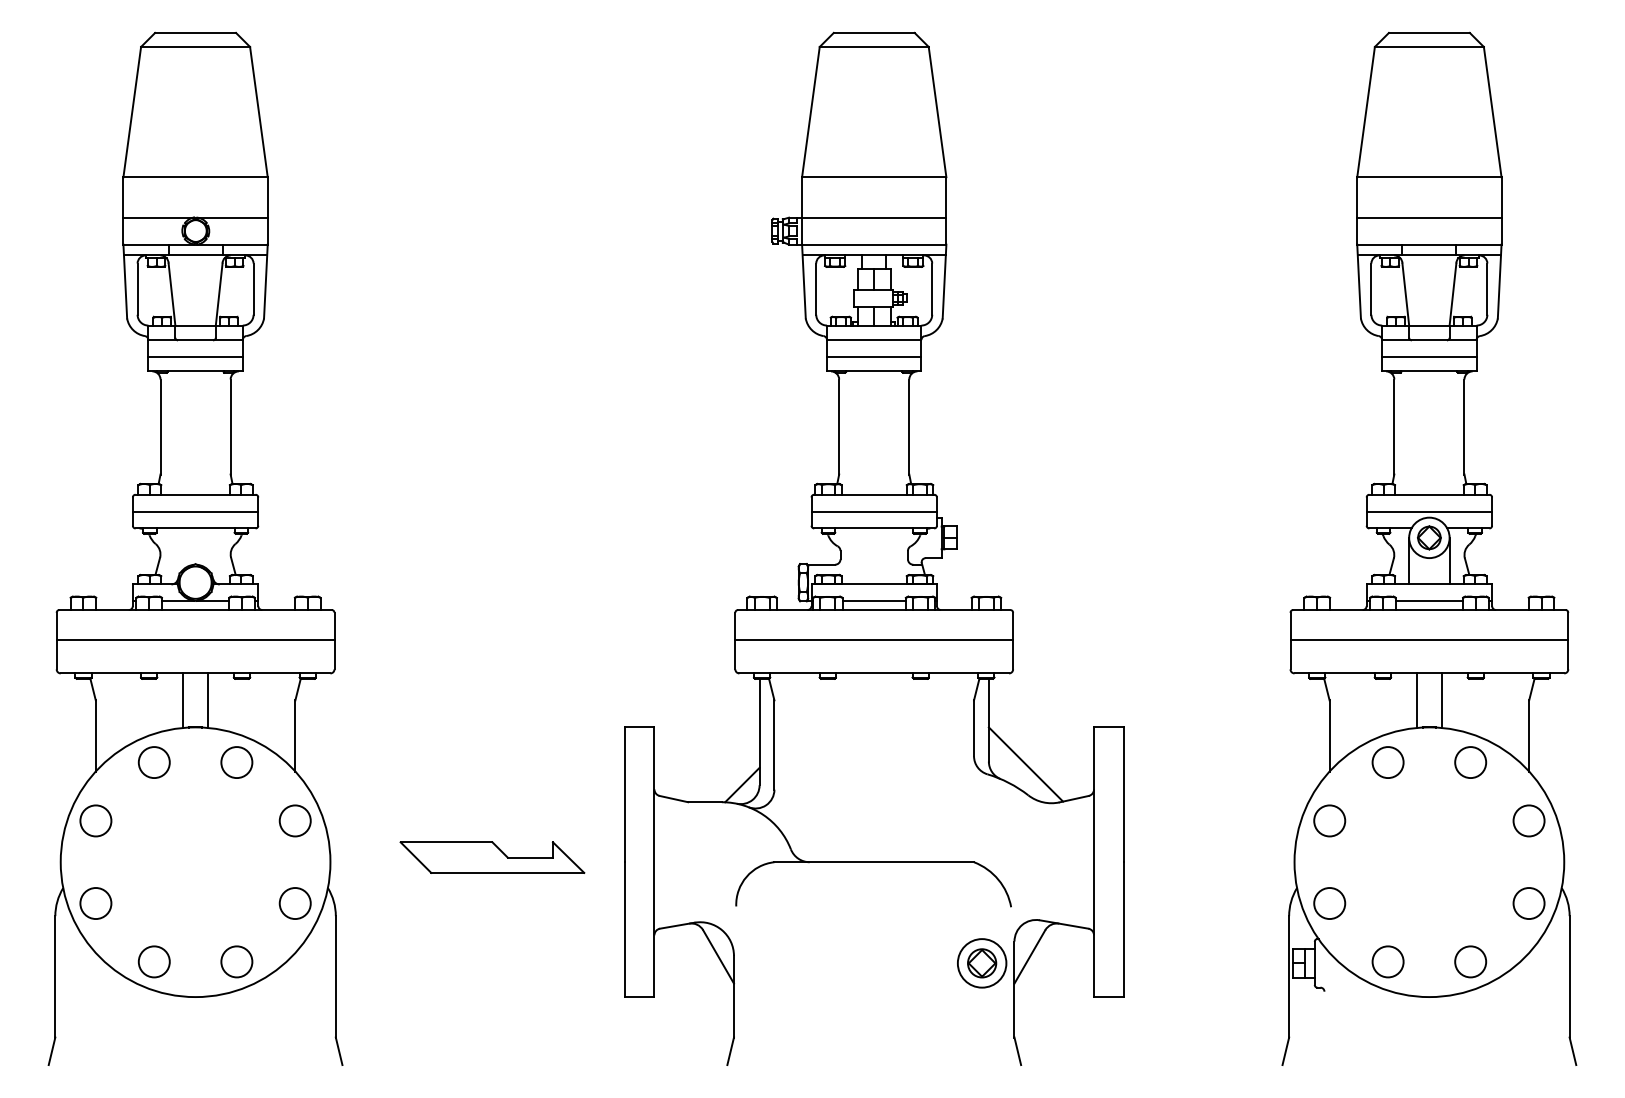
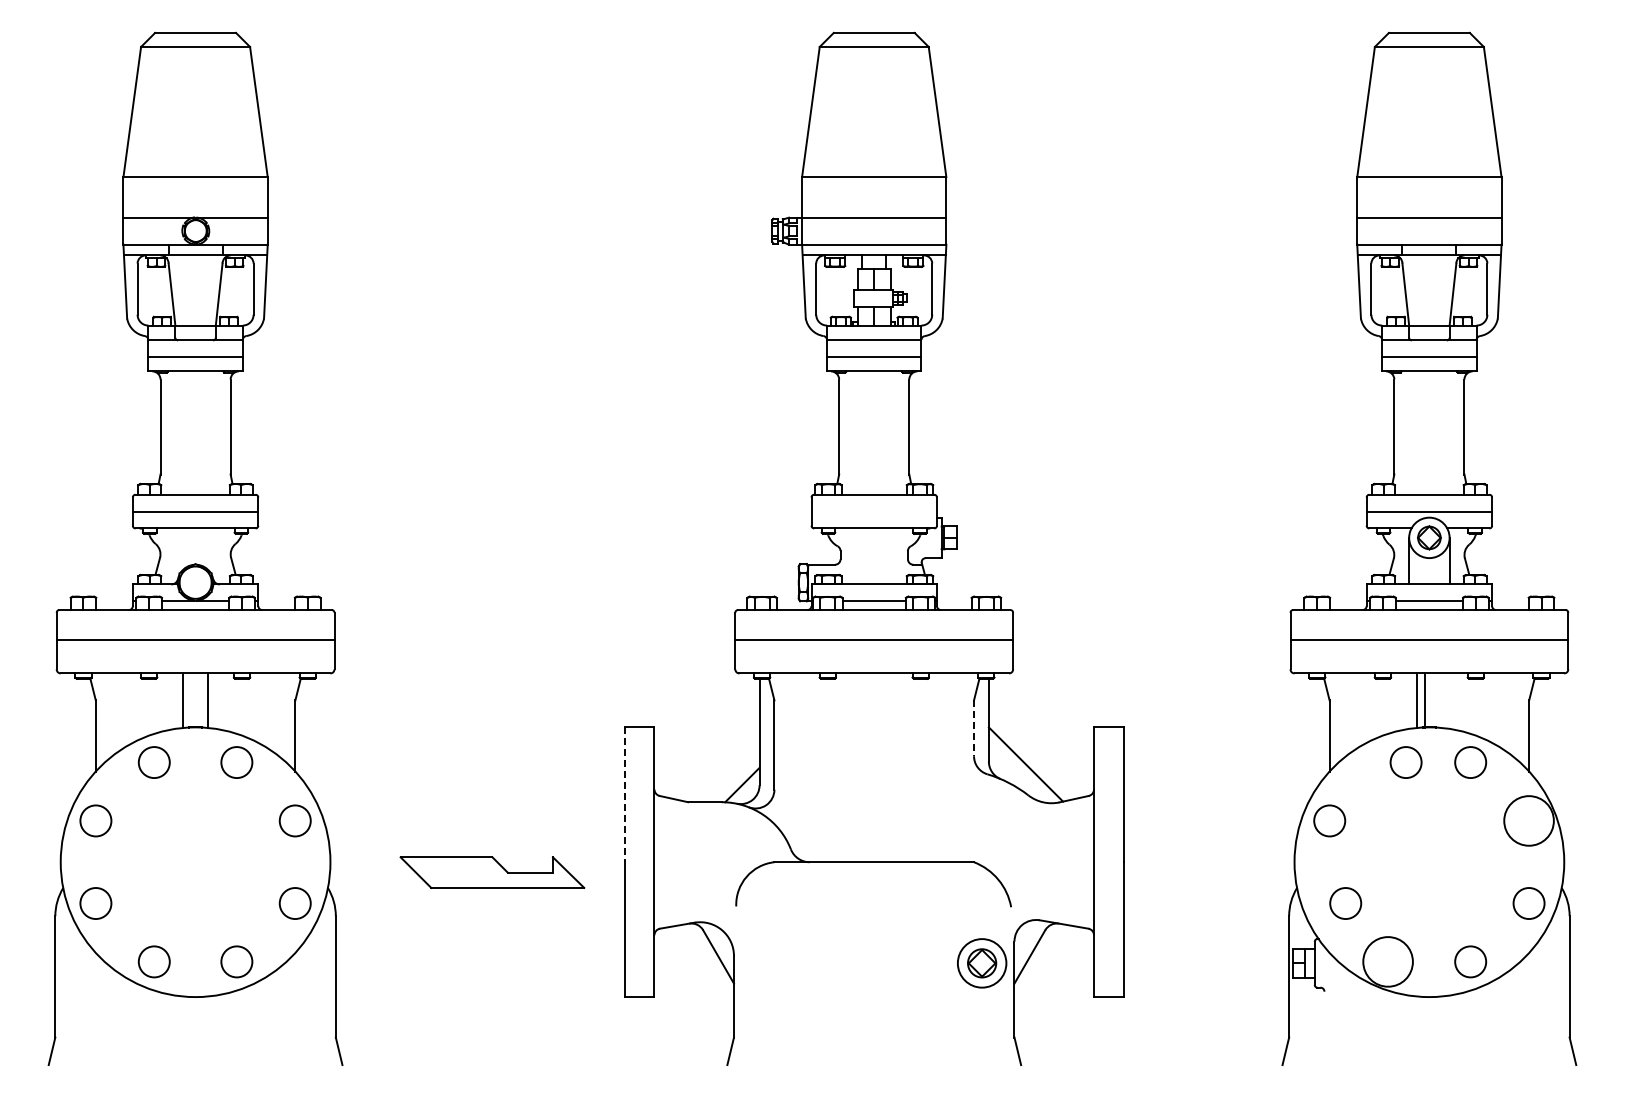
line at (873, 512): present -> none
line at (1441, 700) position: (1441, 700) -> (1424, 700)
line at (974, 728): solid -> dashed
circle at (1387, 762) position: (1387, 762) -> (1405, 762)
line at (624, 795): solid -> dashed
circle at (1528, 820) diameter: 31 px -> 50 px
part at (492, 857) position: (492, 857) -> (492, 872)
circle at (1329, 903) position: (1329, 903) -> (1345, 903)
circle at (1387, 961) diameter: 31 px -> 50 px
